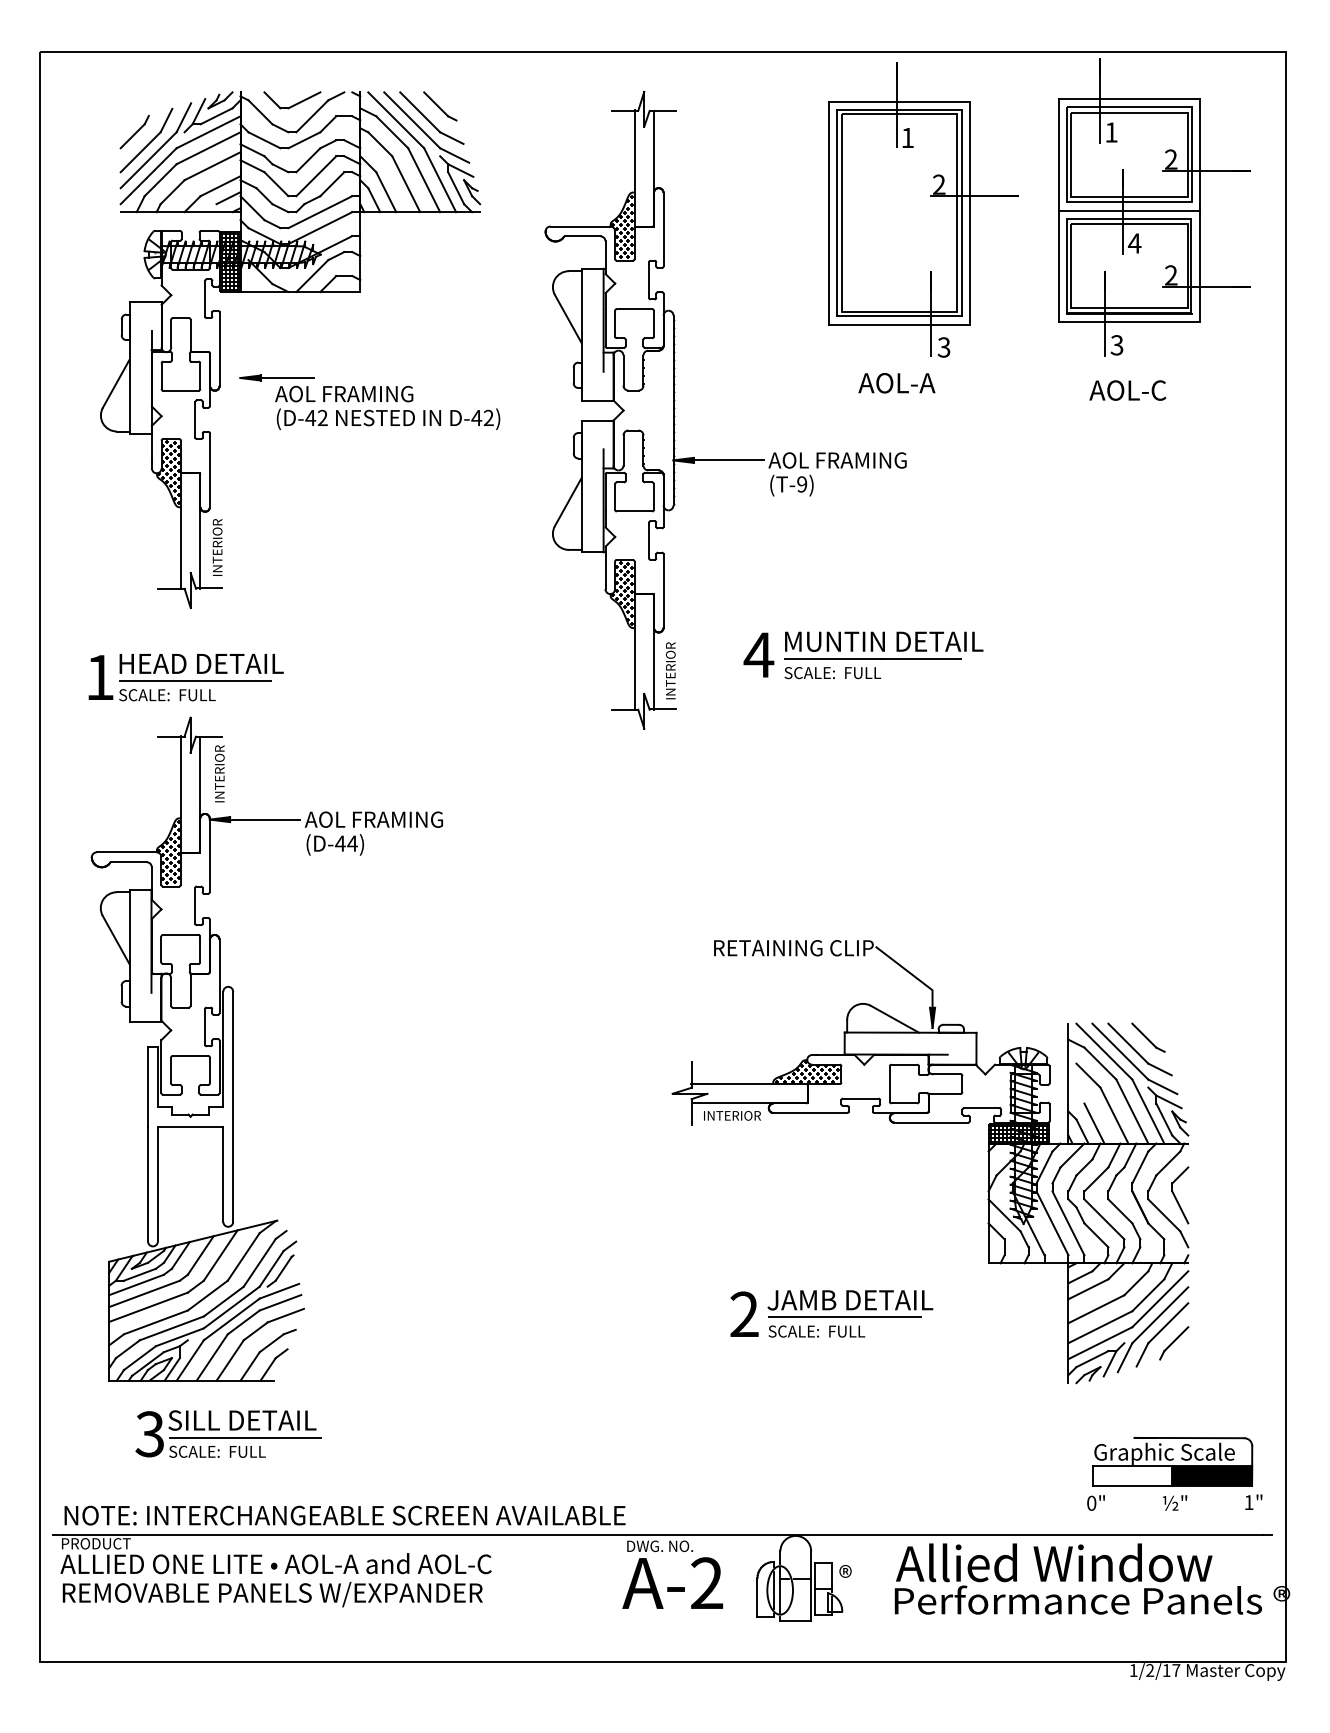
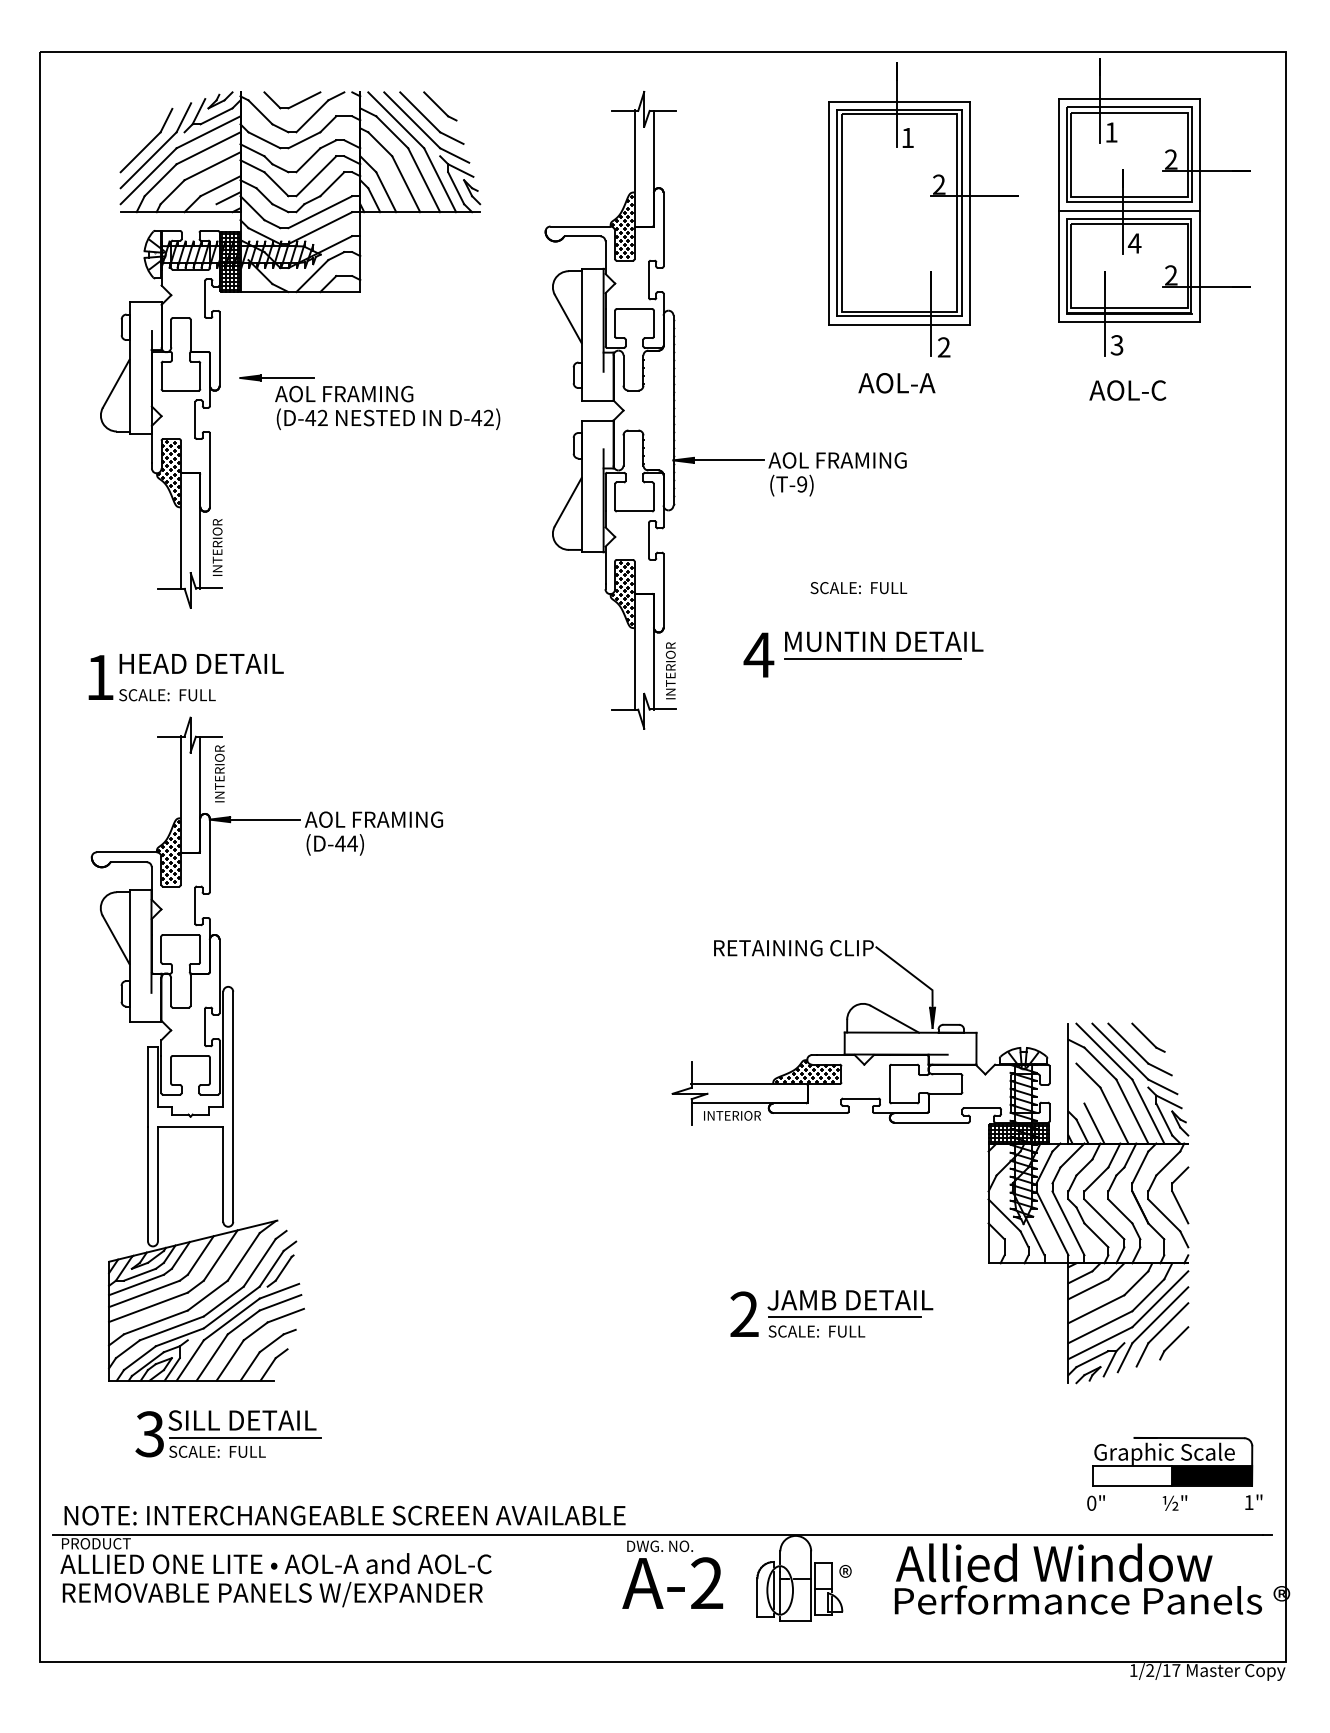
part at (134, 131): present -> none
text at (943, 347): 3 -> 2
text at (832, 673) position: (832, 673) -> (858, 588)
line at (195, 680): present -> none
